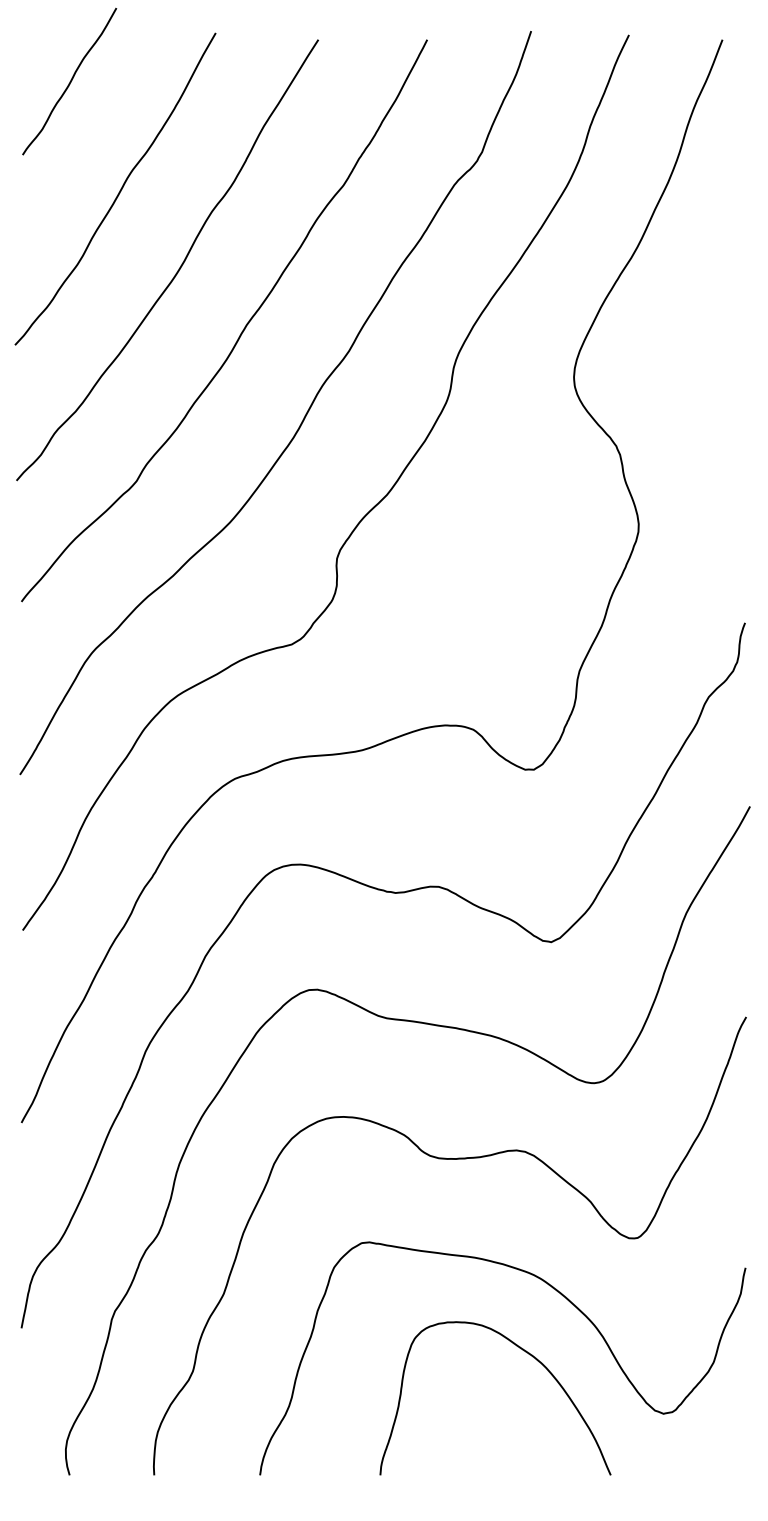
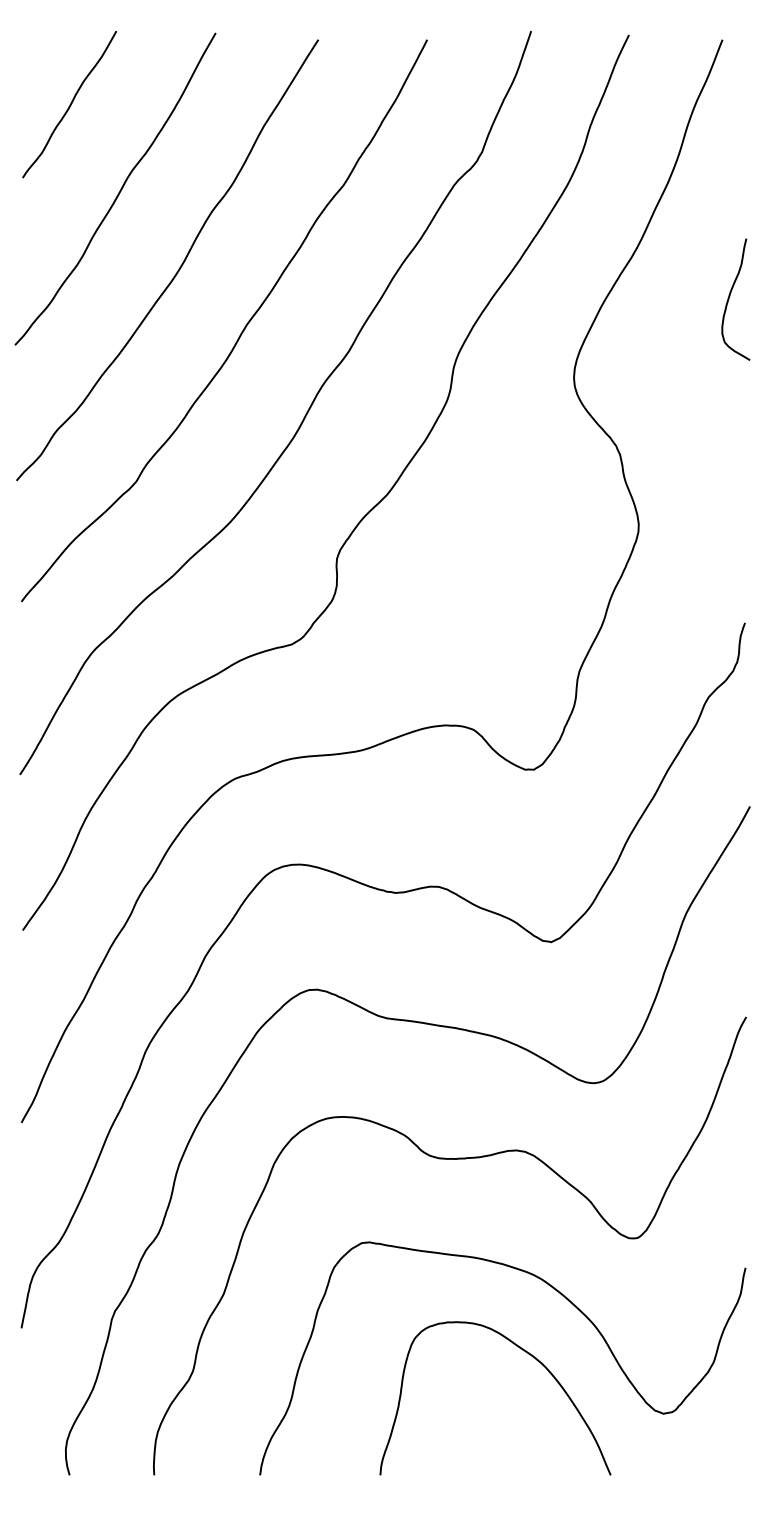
curve at (69, 81) position: (69, 81) -> (69, 104)
curve at (730, 296): none -> present
